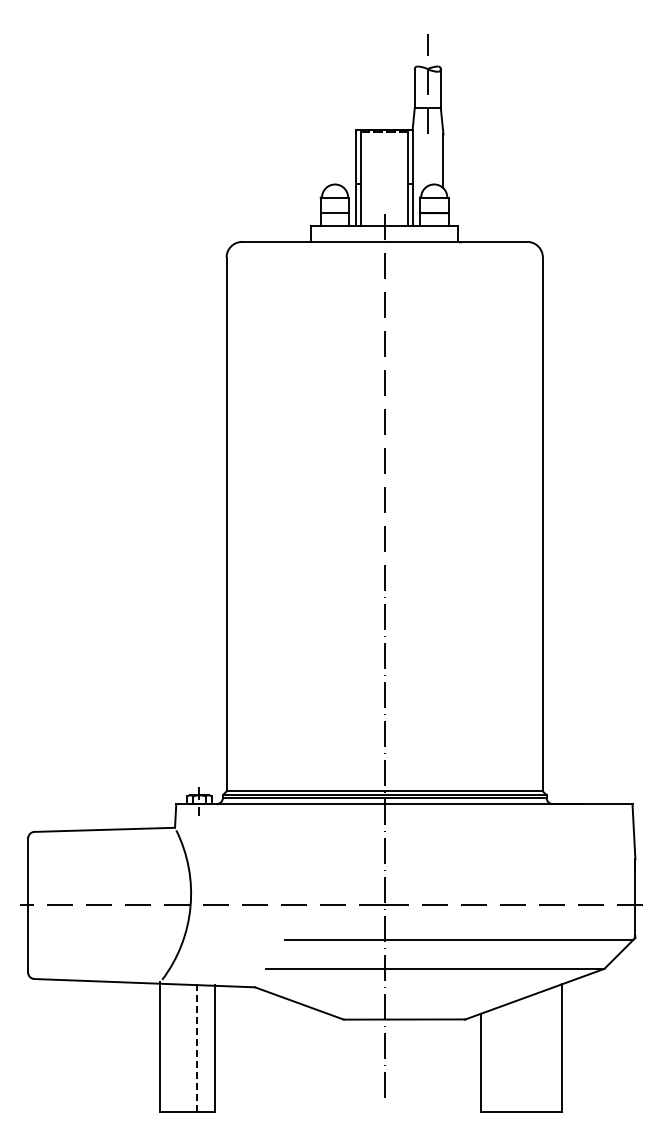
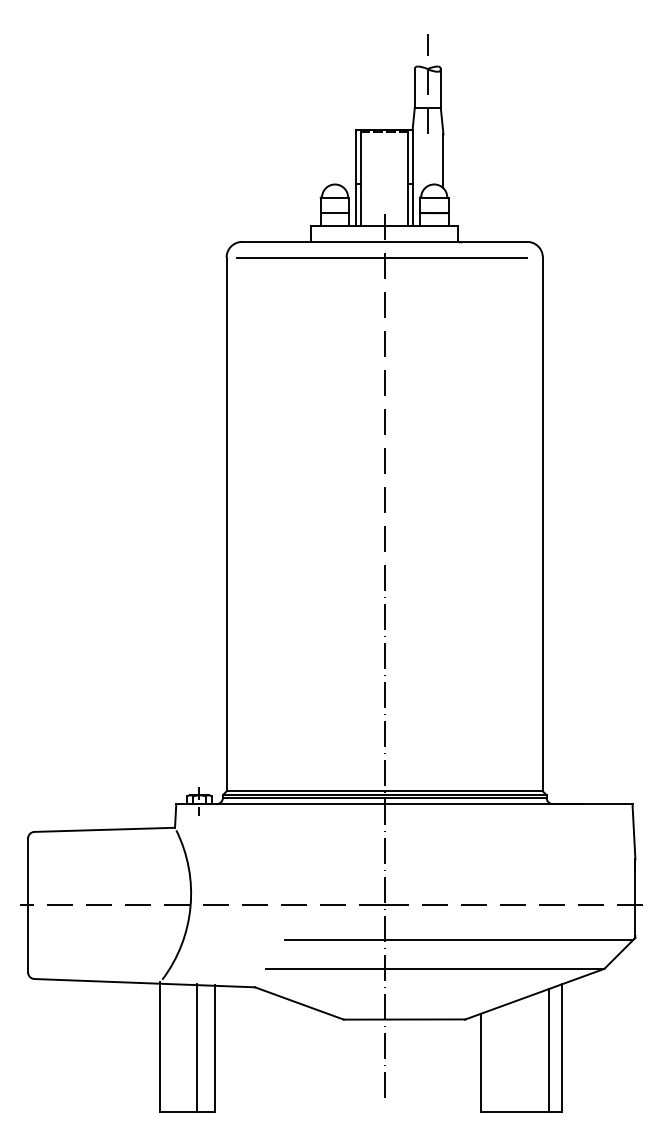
line at (381, 257): none -> present
line at (196, 1047): dashed -> solid
line at (548, 1050): none -> present
